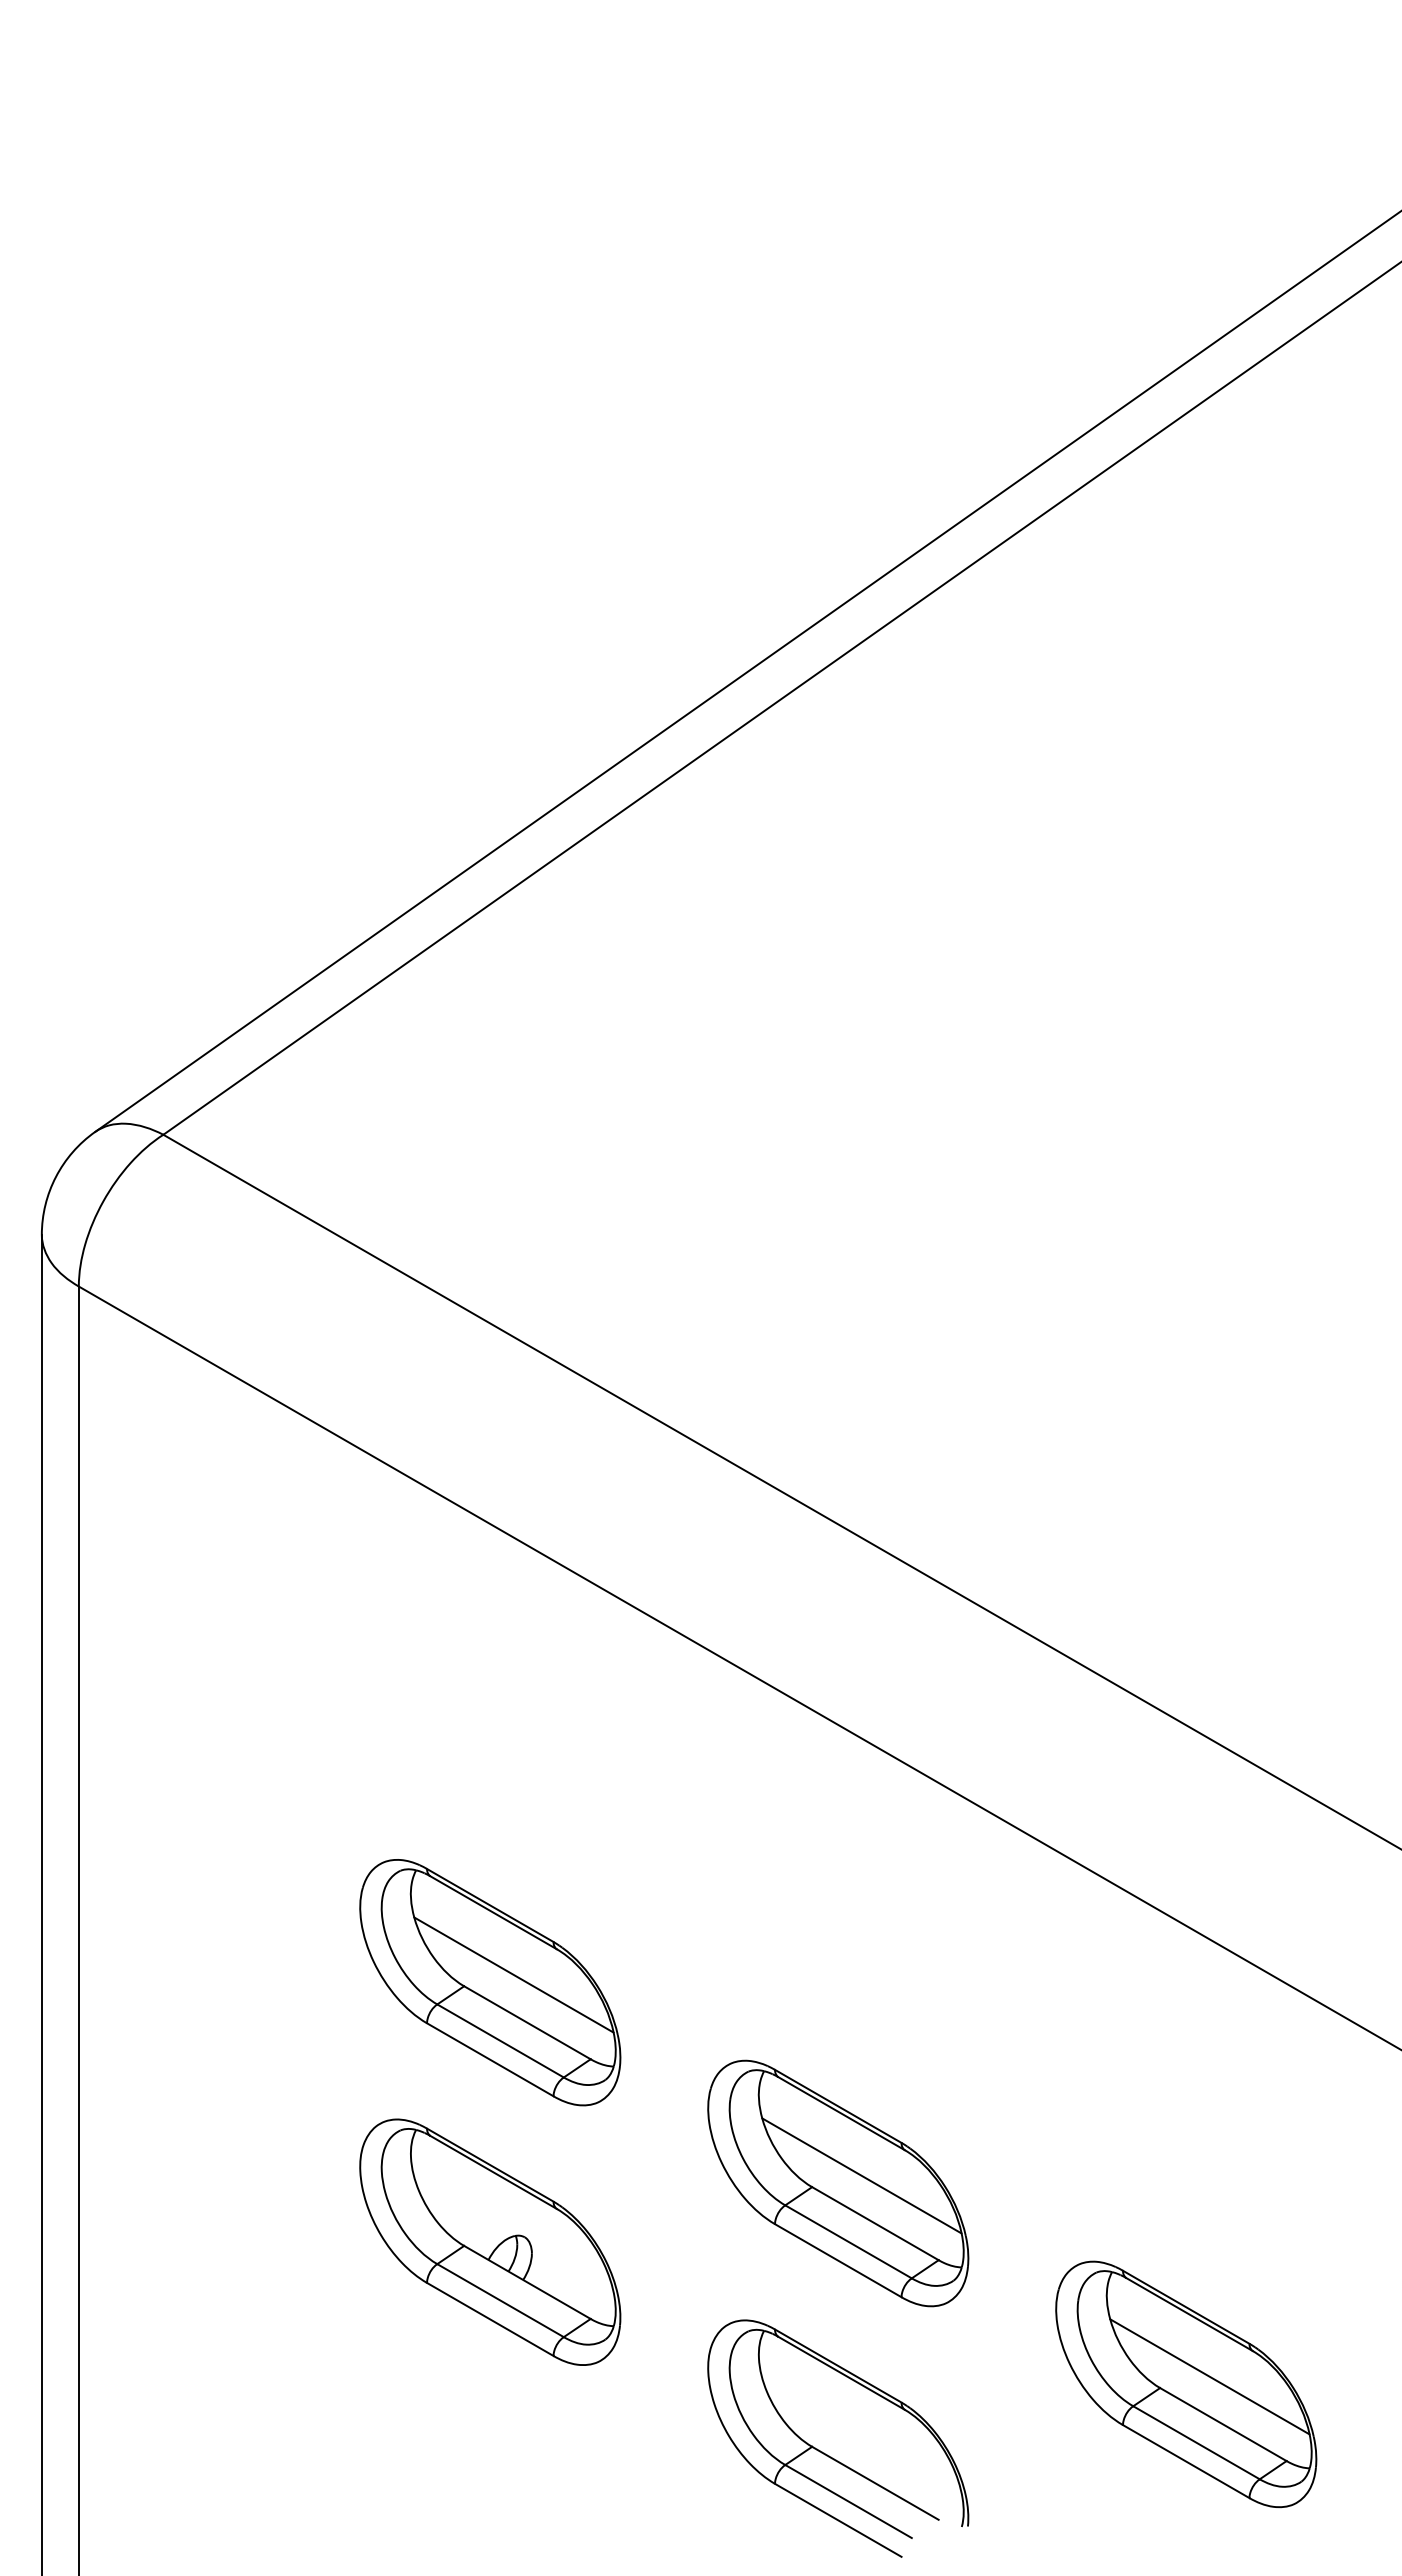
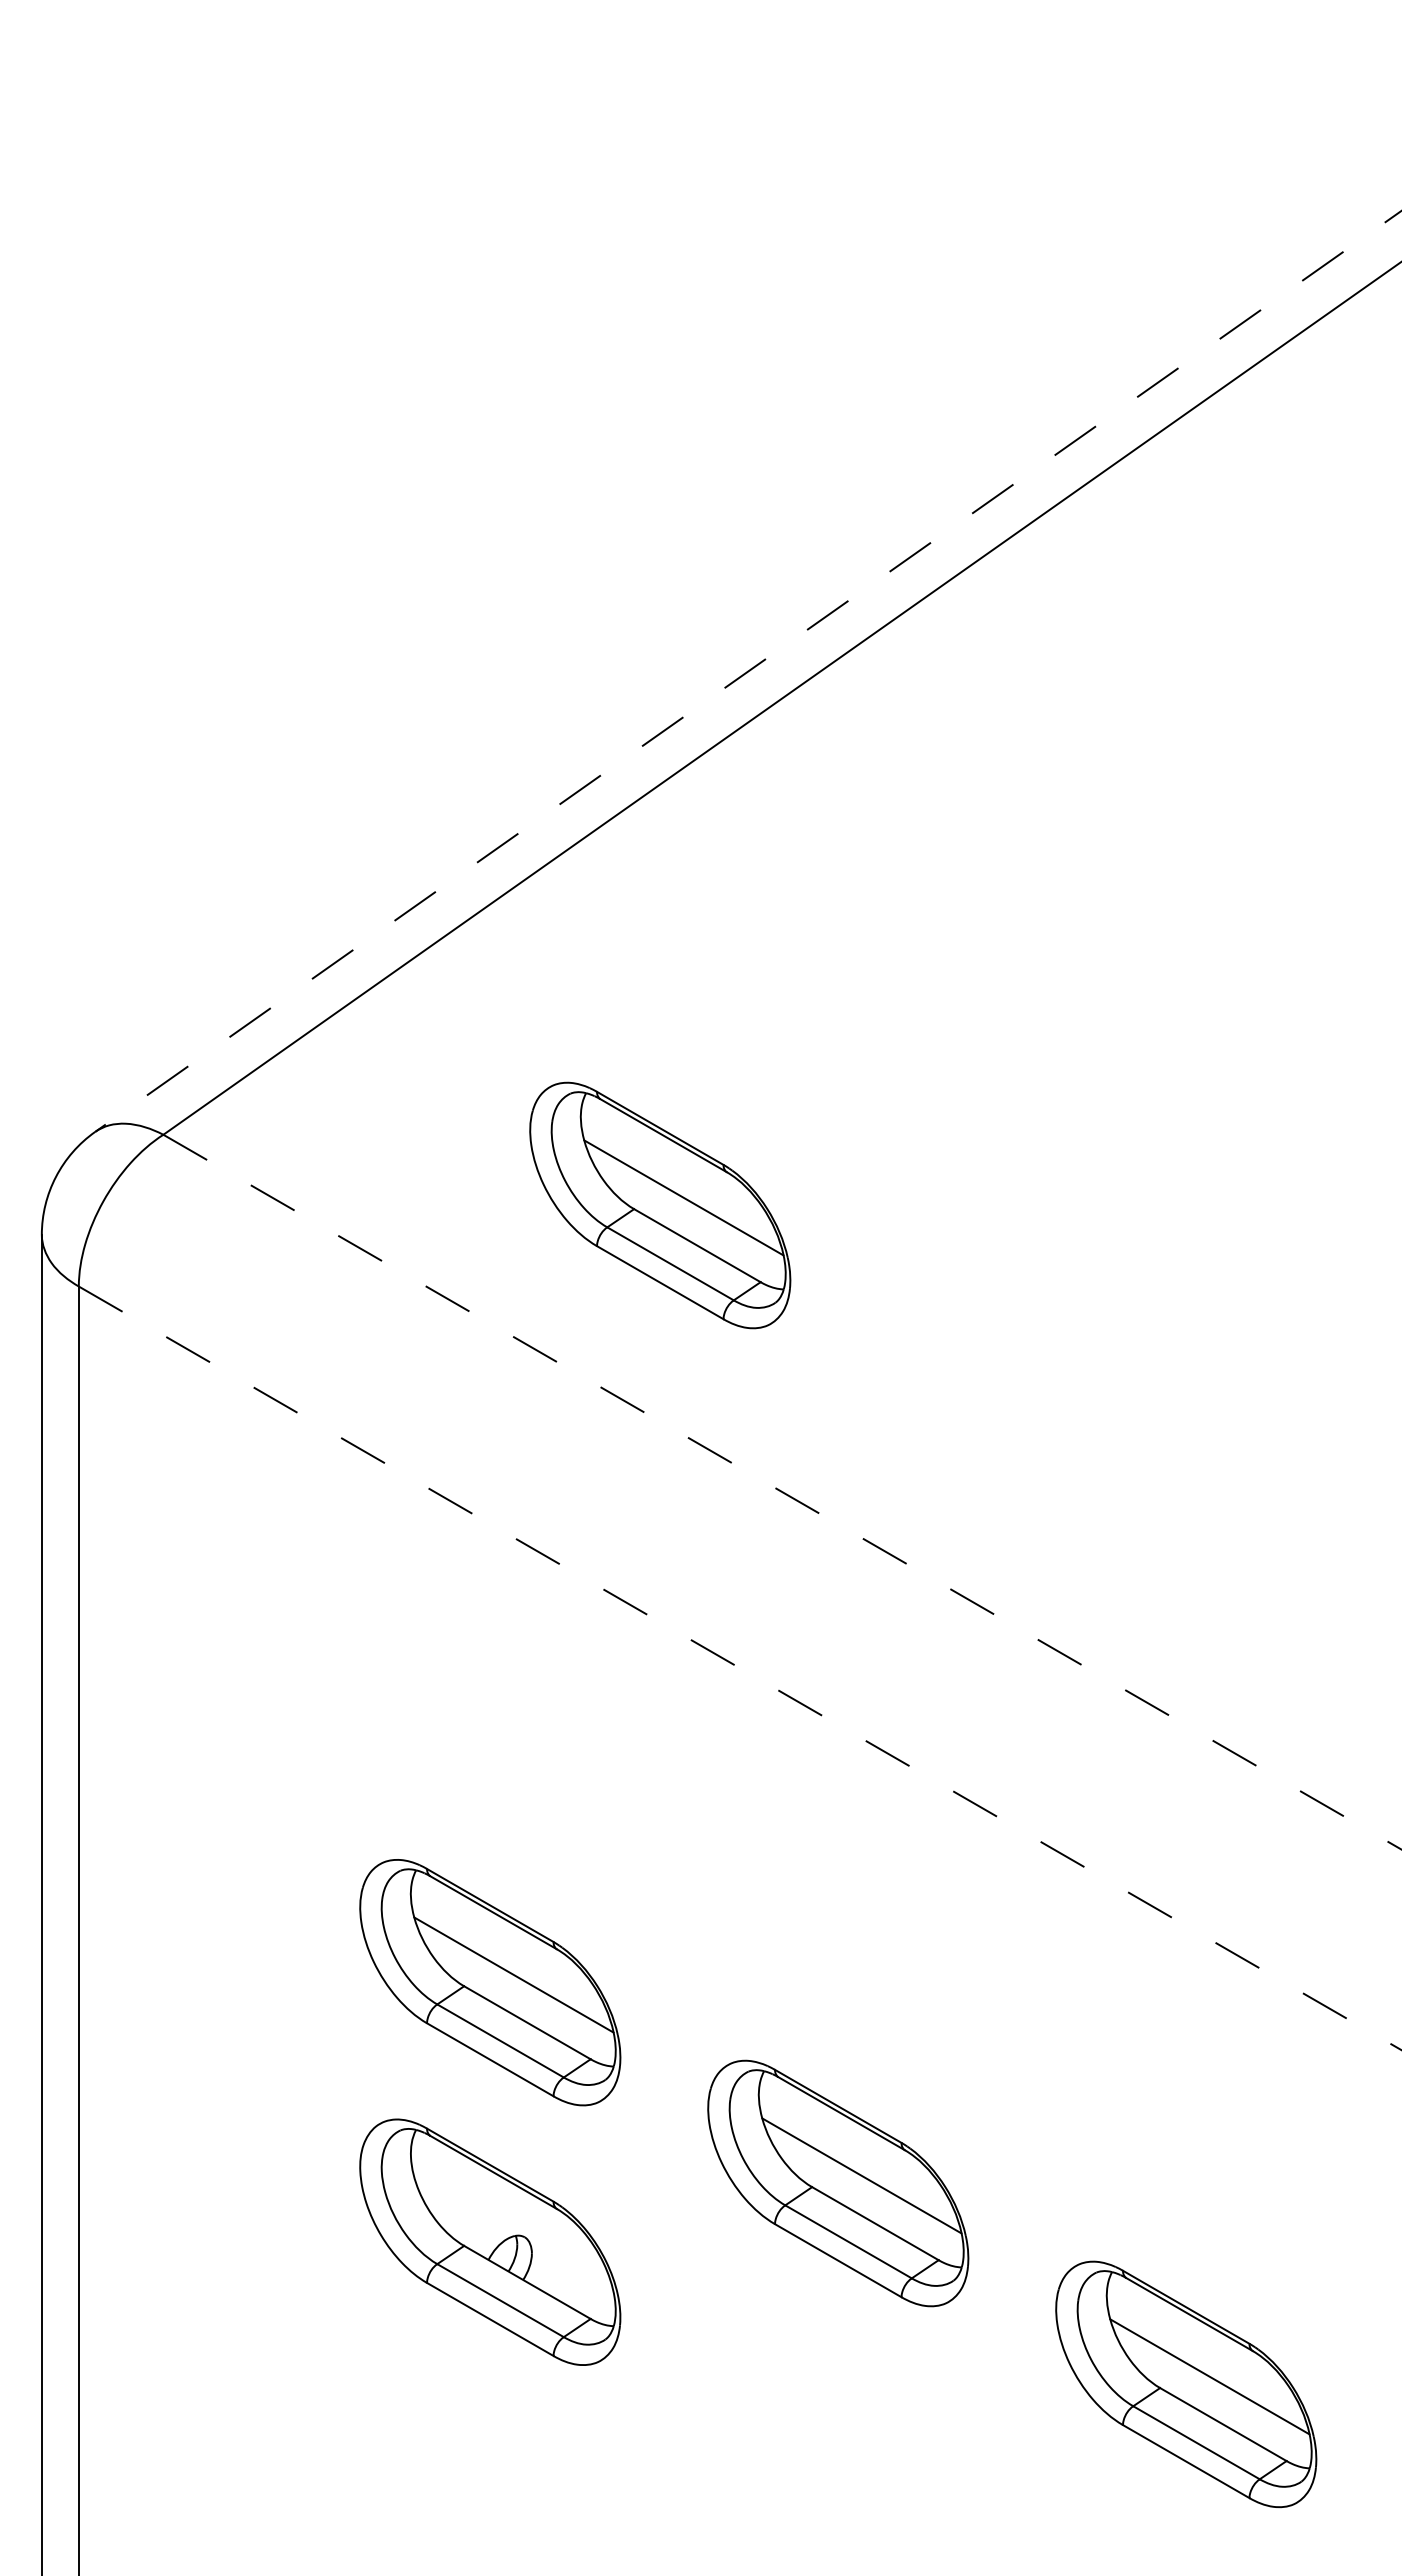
line at (748, 671): solid -> dashed
part at (660, 1205): none -> present
line at (783, 1492): solid -> dashed
line at (740, 1668): solid -> dashed
part at (829, 2455): present -> none
